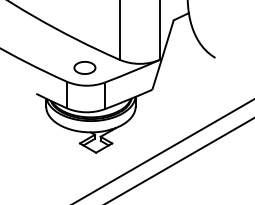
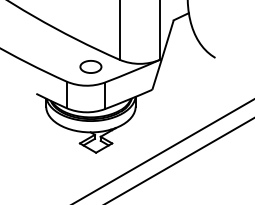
part at (84, 67) position: (84, 67) -> (90, 66)
